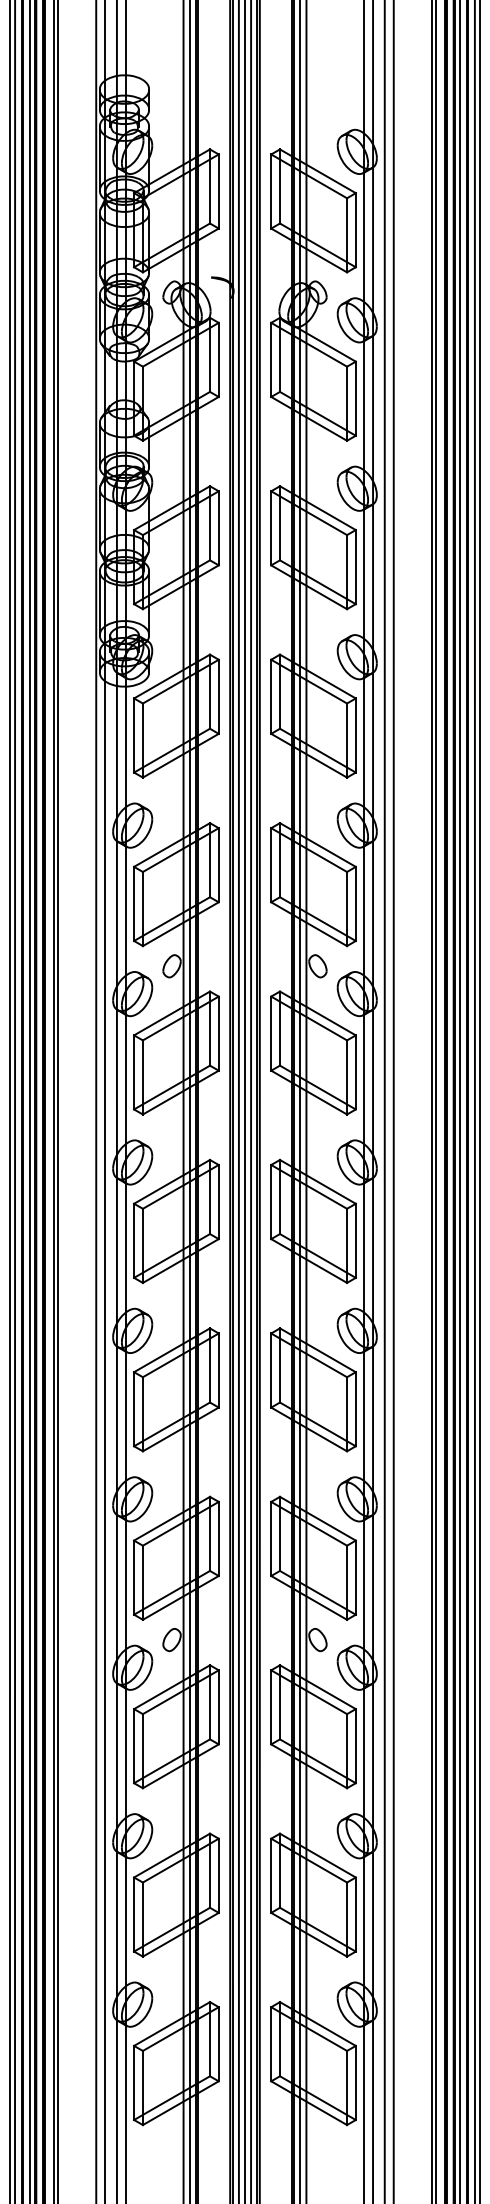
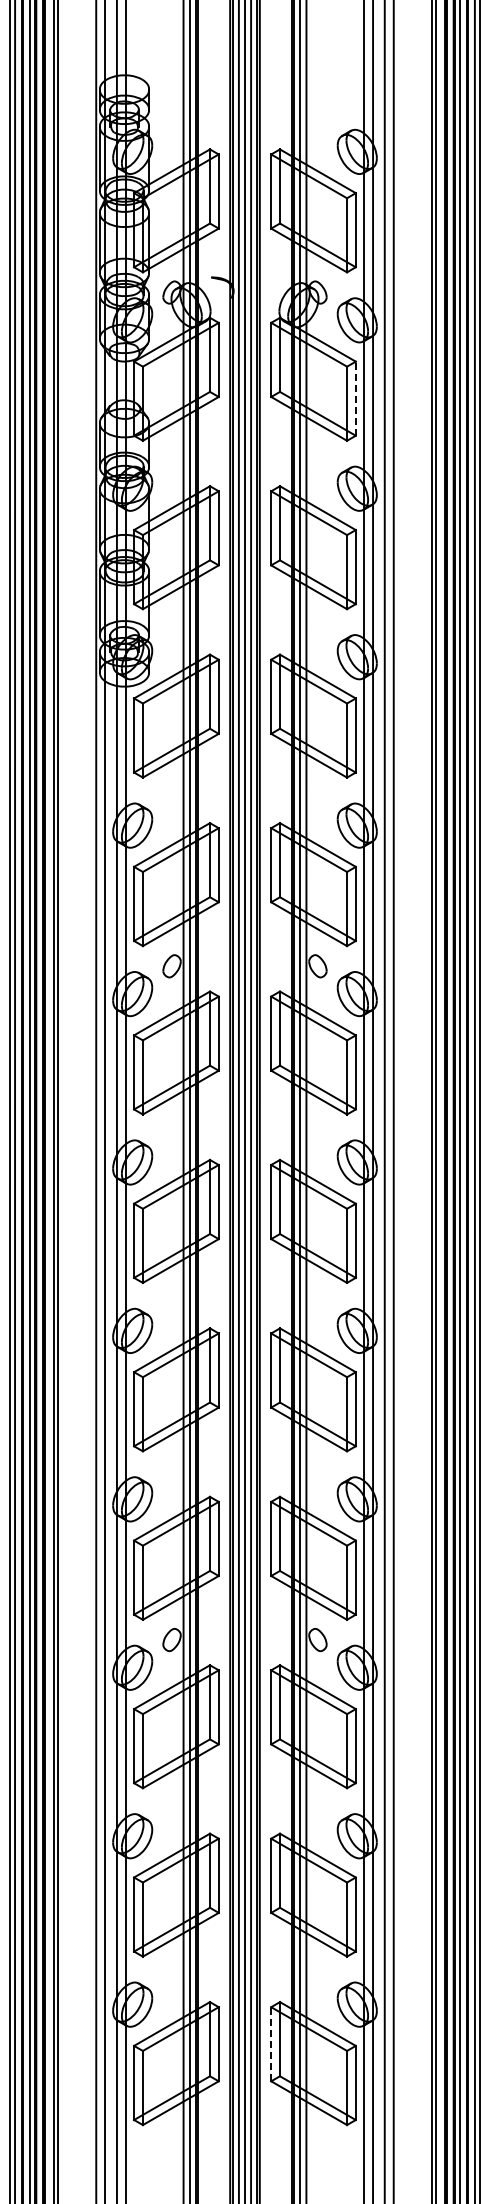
line at (355, 398): solid -> dashed
line at (271, 2043): solid -> dashed
